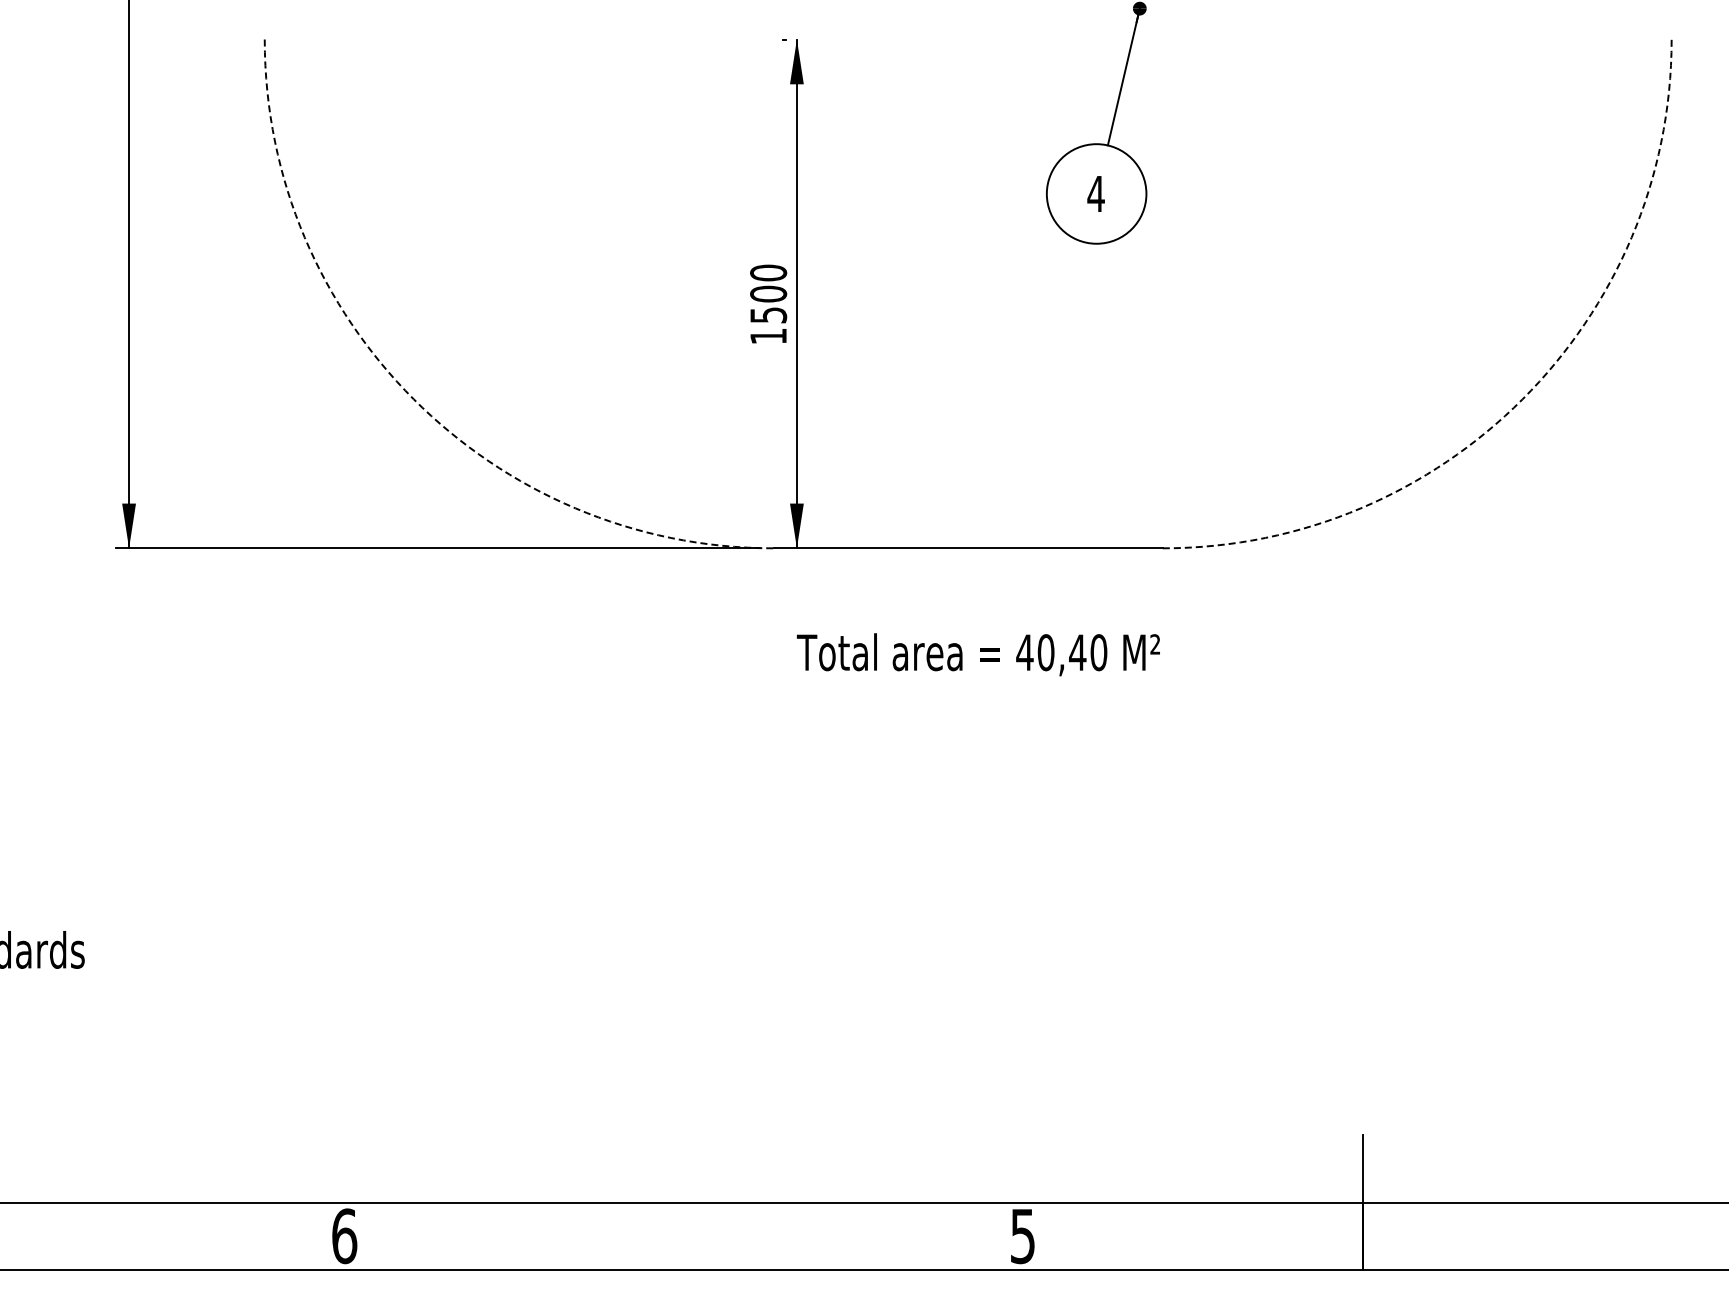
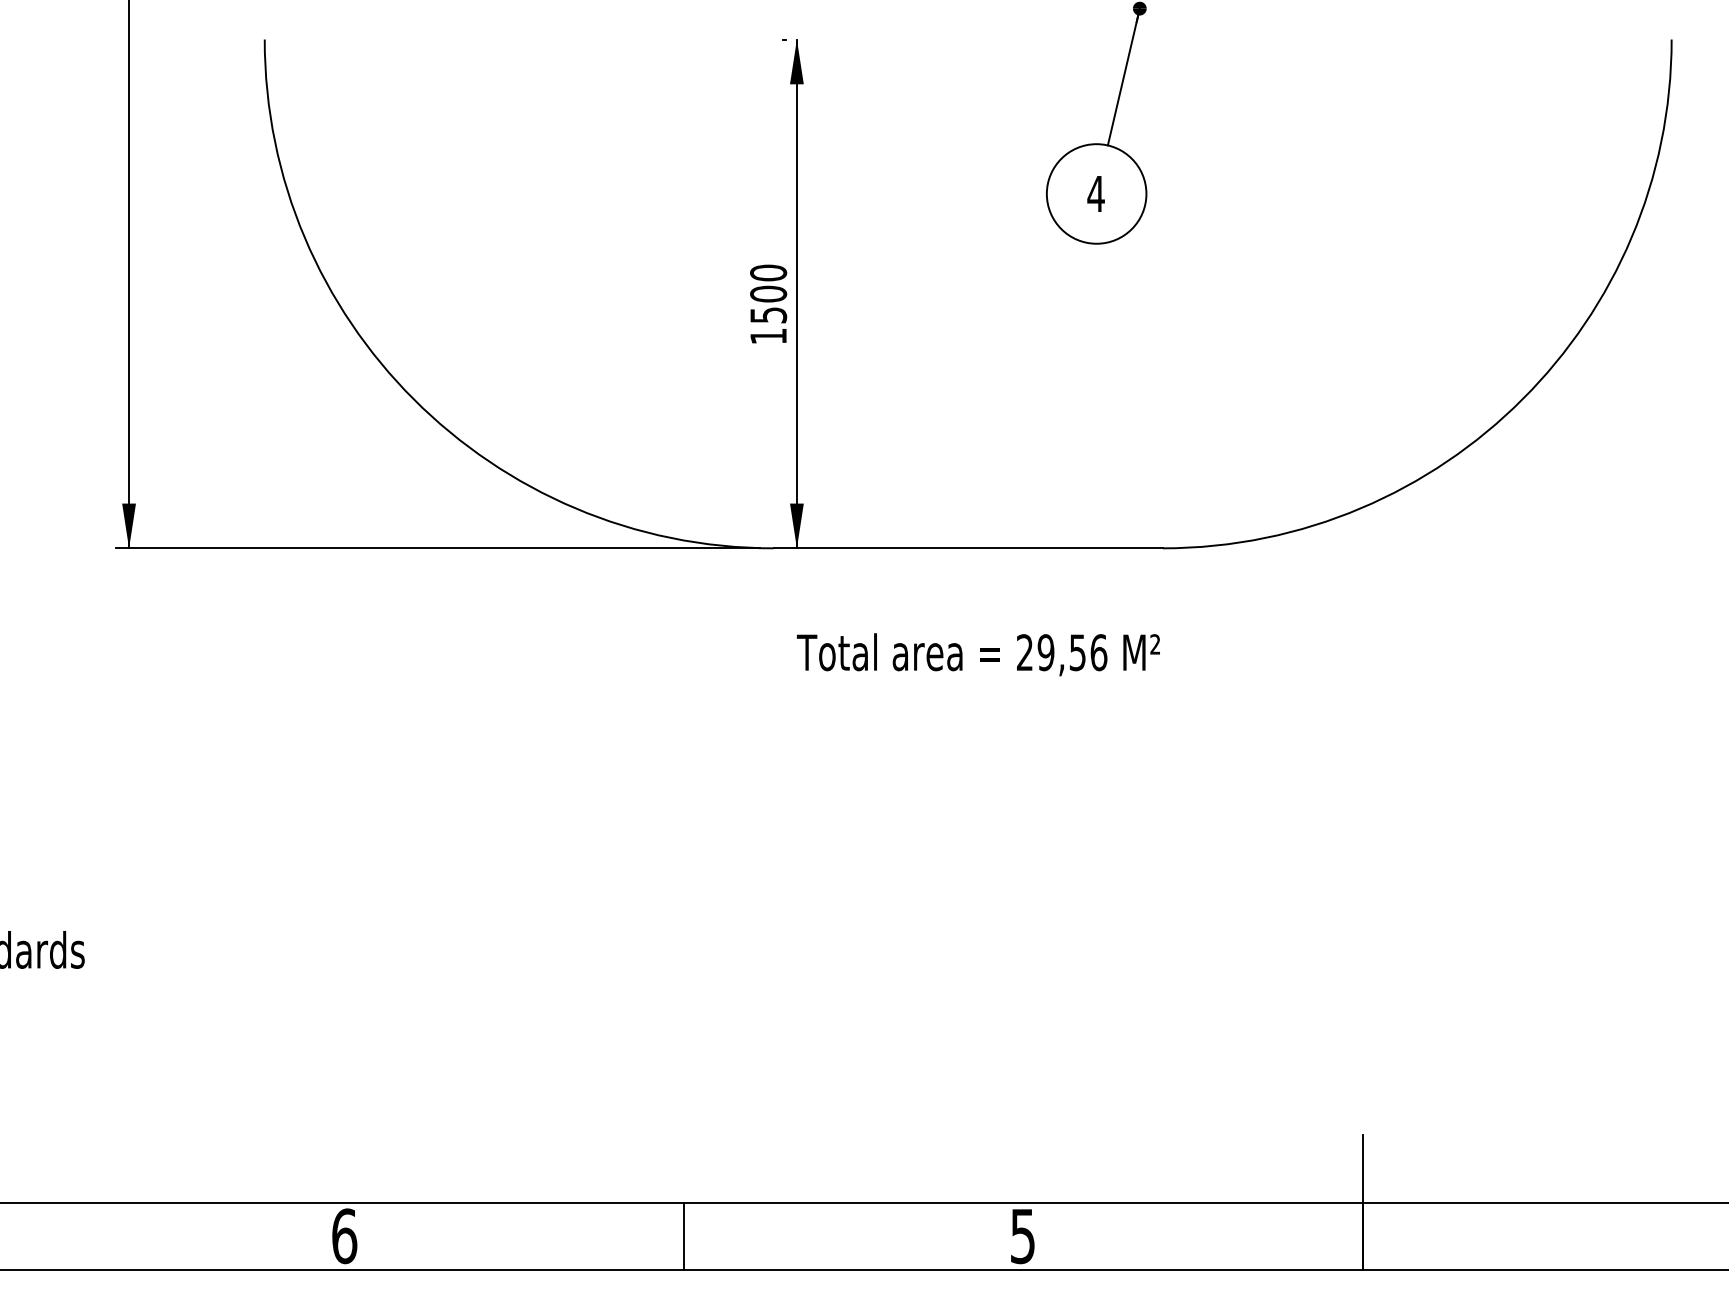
arc at (413, 399): dashed -> solid
arc at (1522, 399): dashed -> solid
text at (1061, 652): 40,40 -> 29,56
line at (684, 1236): none -> present
